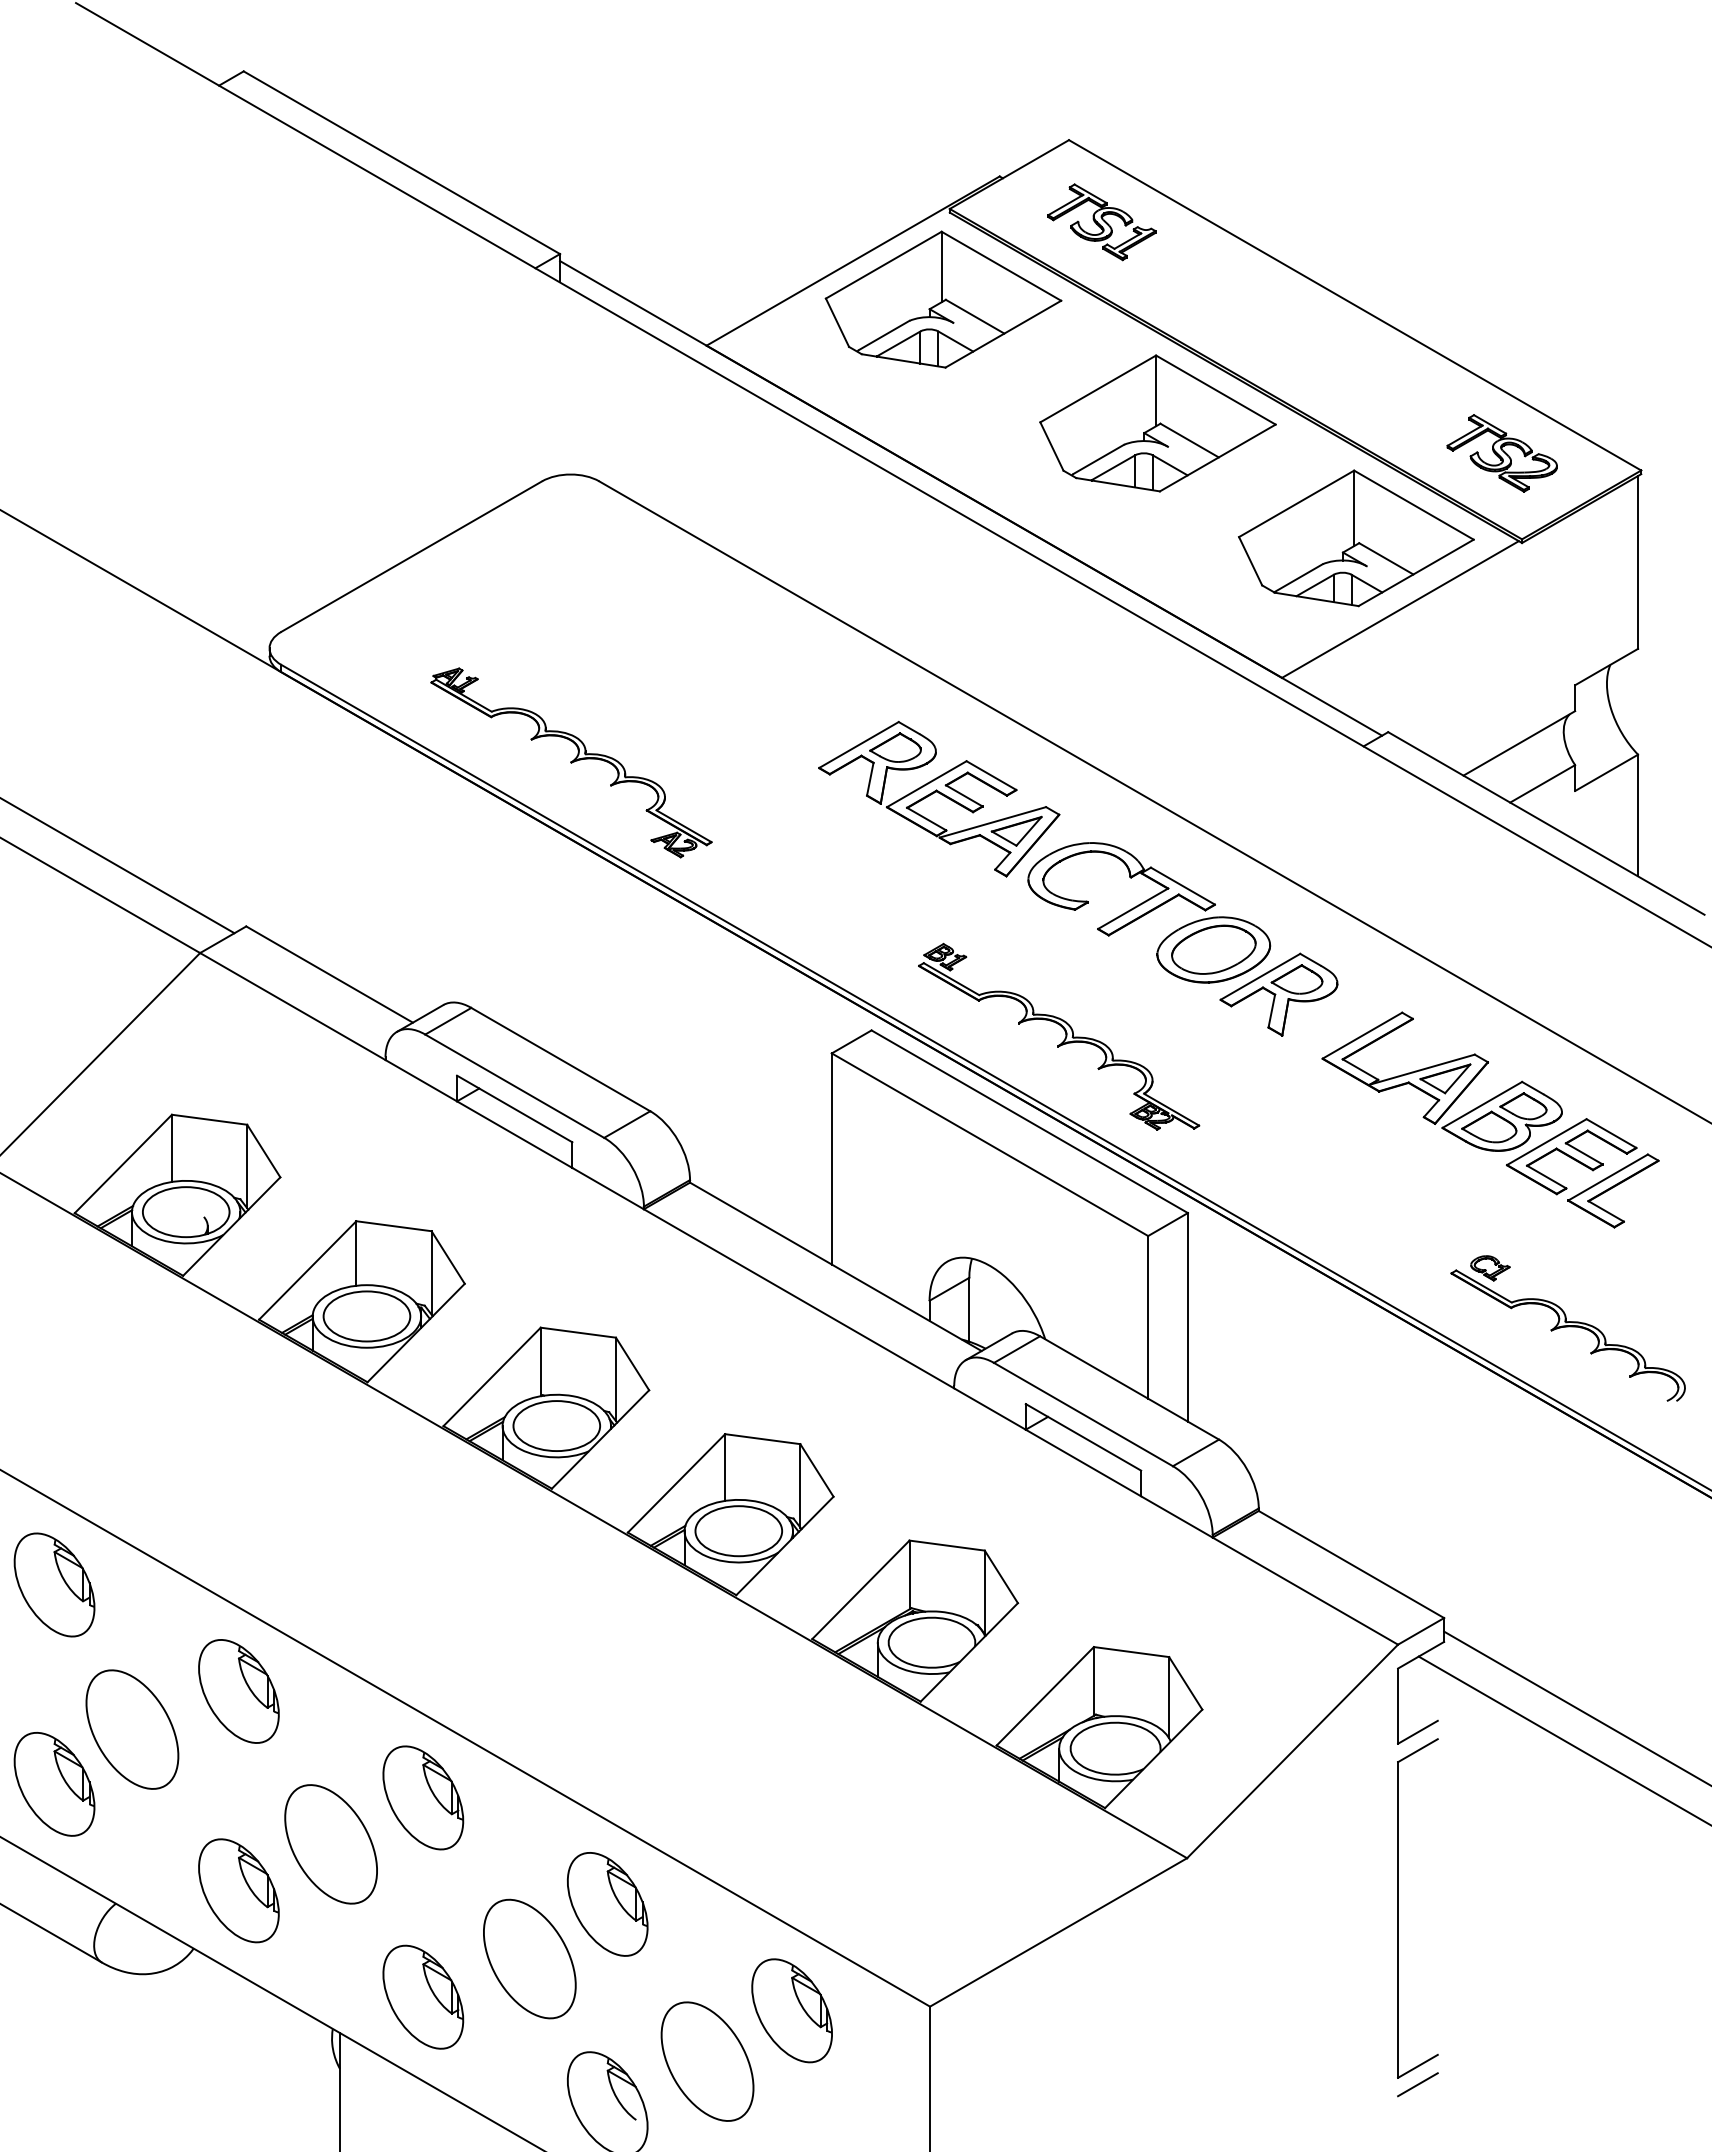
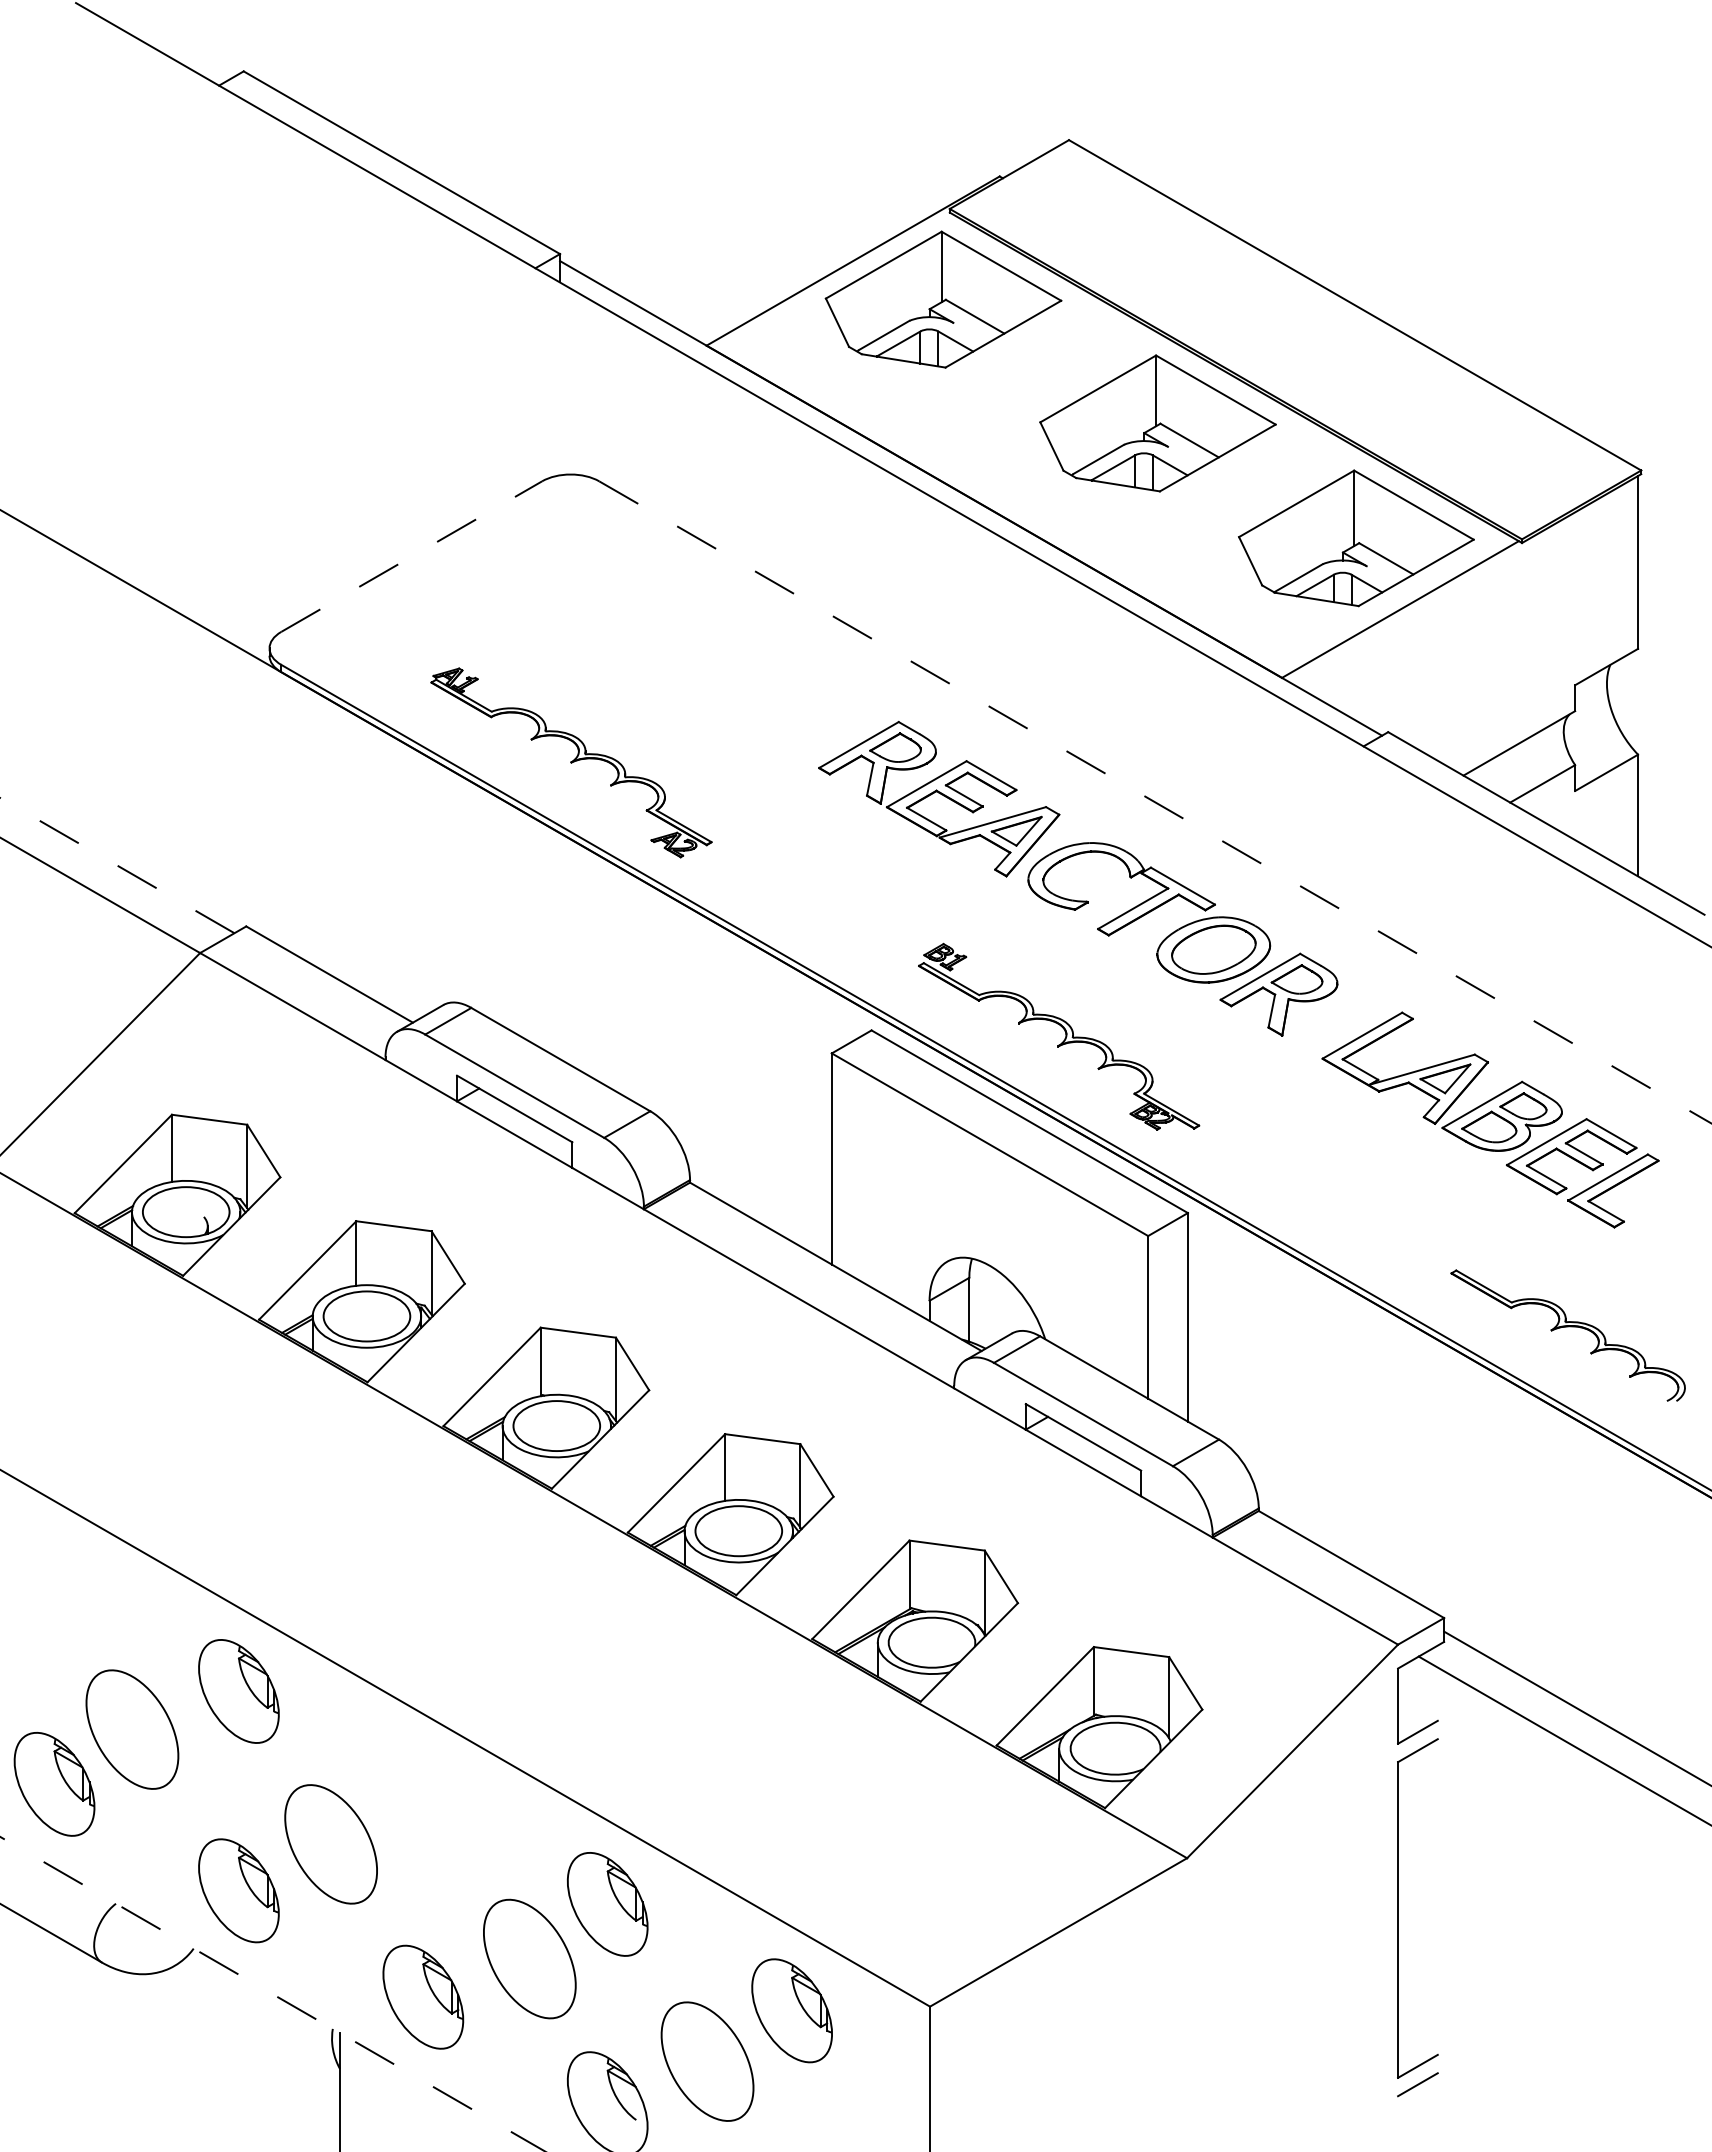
part at (1101, 222): present -> none
part at (1501, 453): present -> none
line at (412, 556): solid -> dashed
line at (1155, 802): solid -> dashed
line at (117, 865): solid -> dashed
part at (1490, 1268): present -> none
part at (54, 1584): present -> none
part at (423, 1797): present -> none
line at (273, 1994): solid -> dashed
